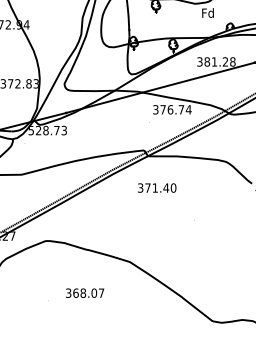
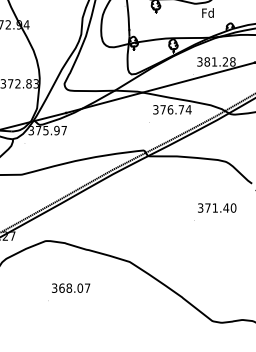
text at (47, 130): 528.73 -> 375.97
text at (157, 187) position: (157, 187) -> (217, 207)
text at (85, 292) position: (85, 292) -> (71, 287)
